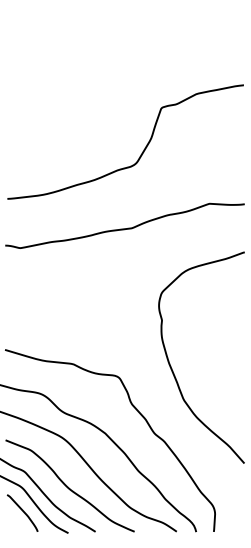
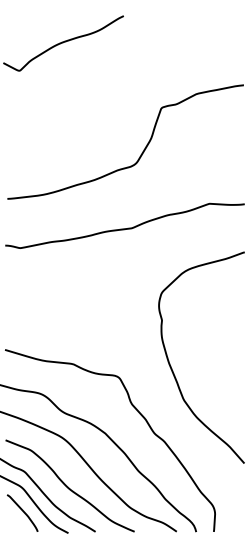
curve at (63, 43): none -> present
